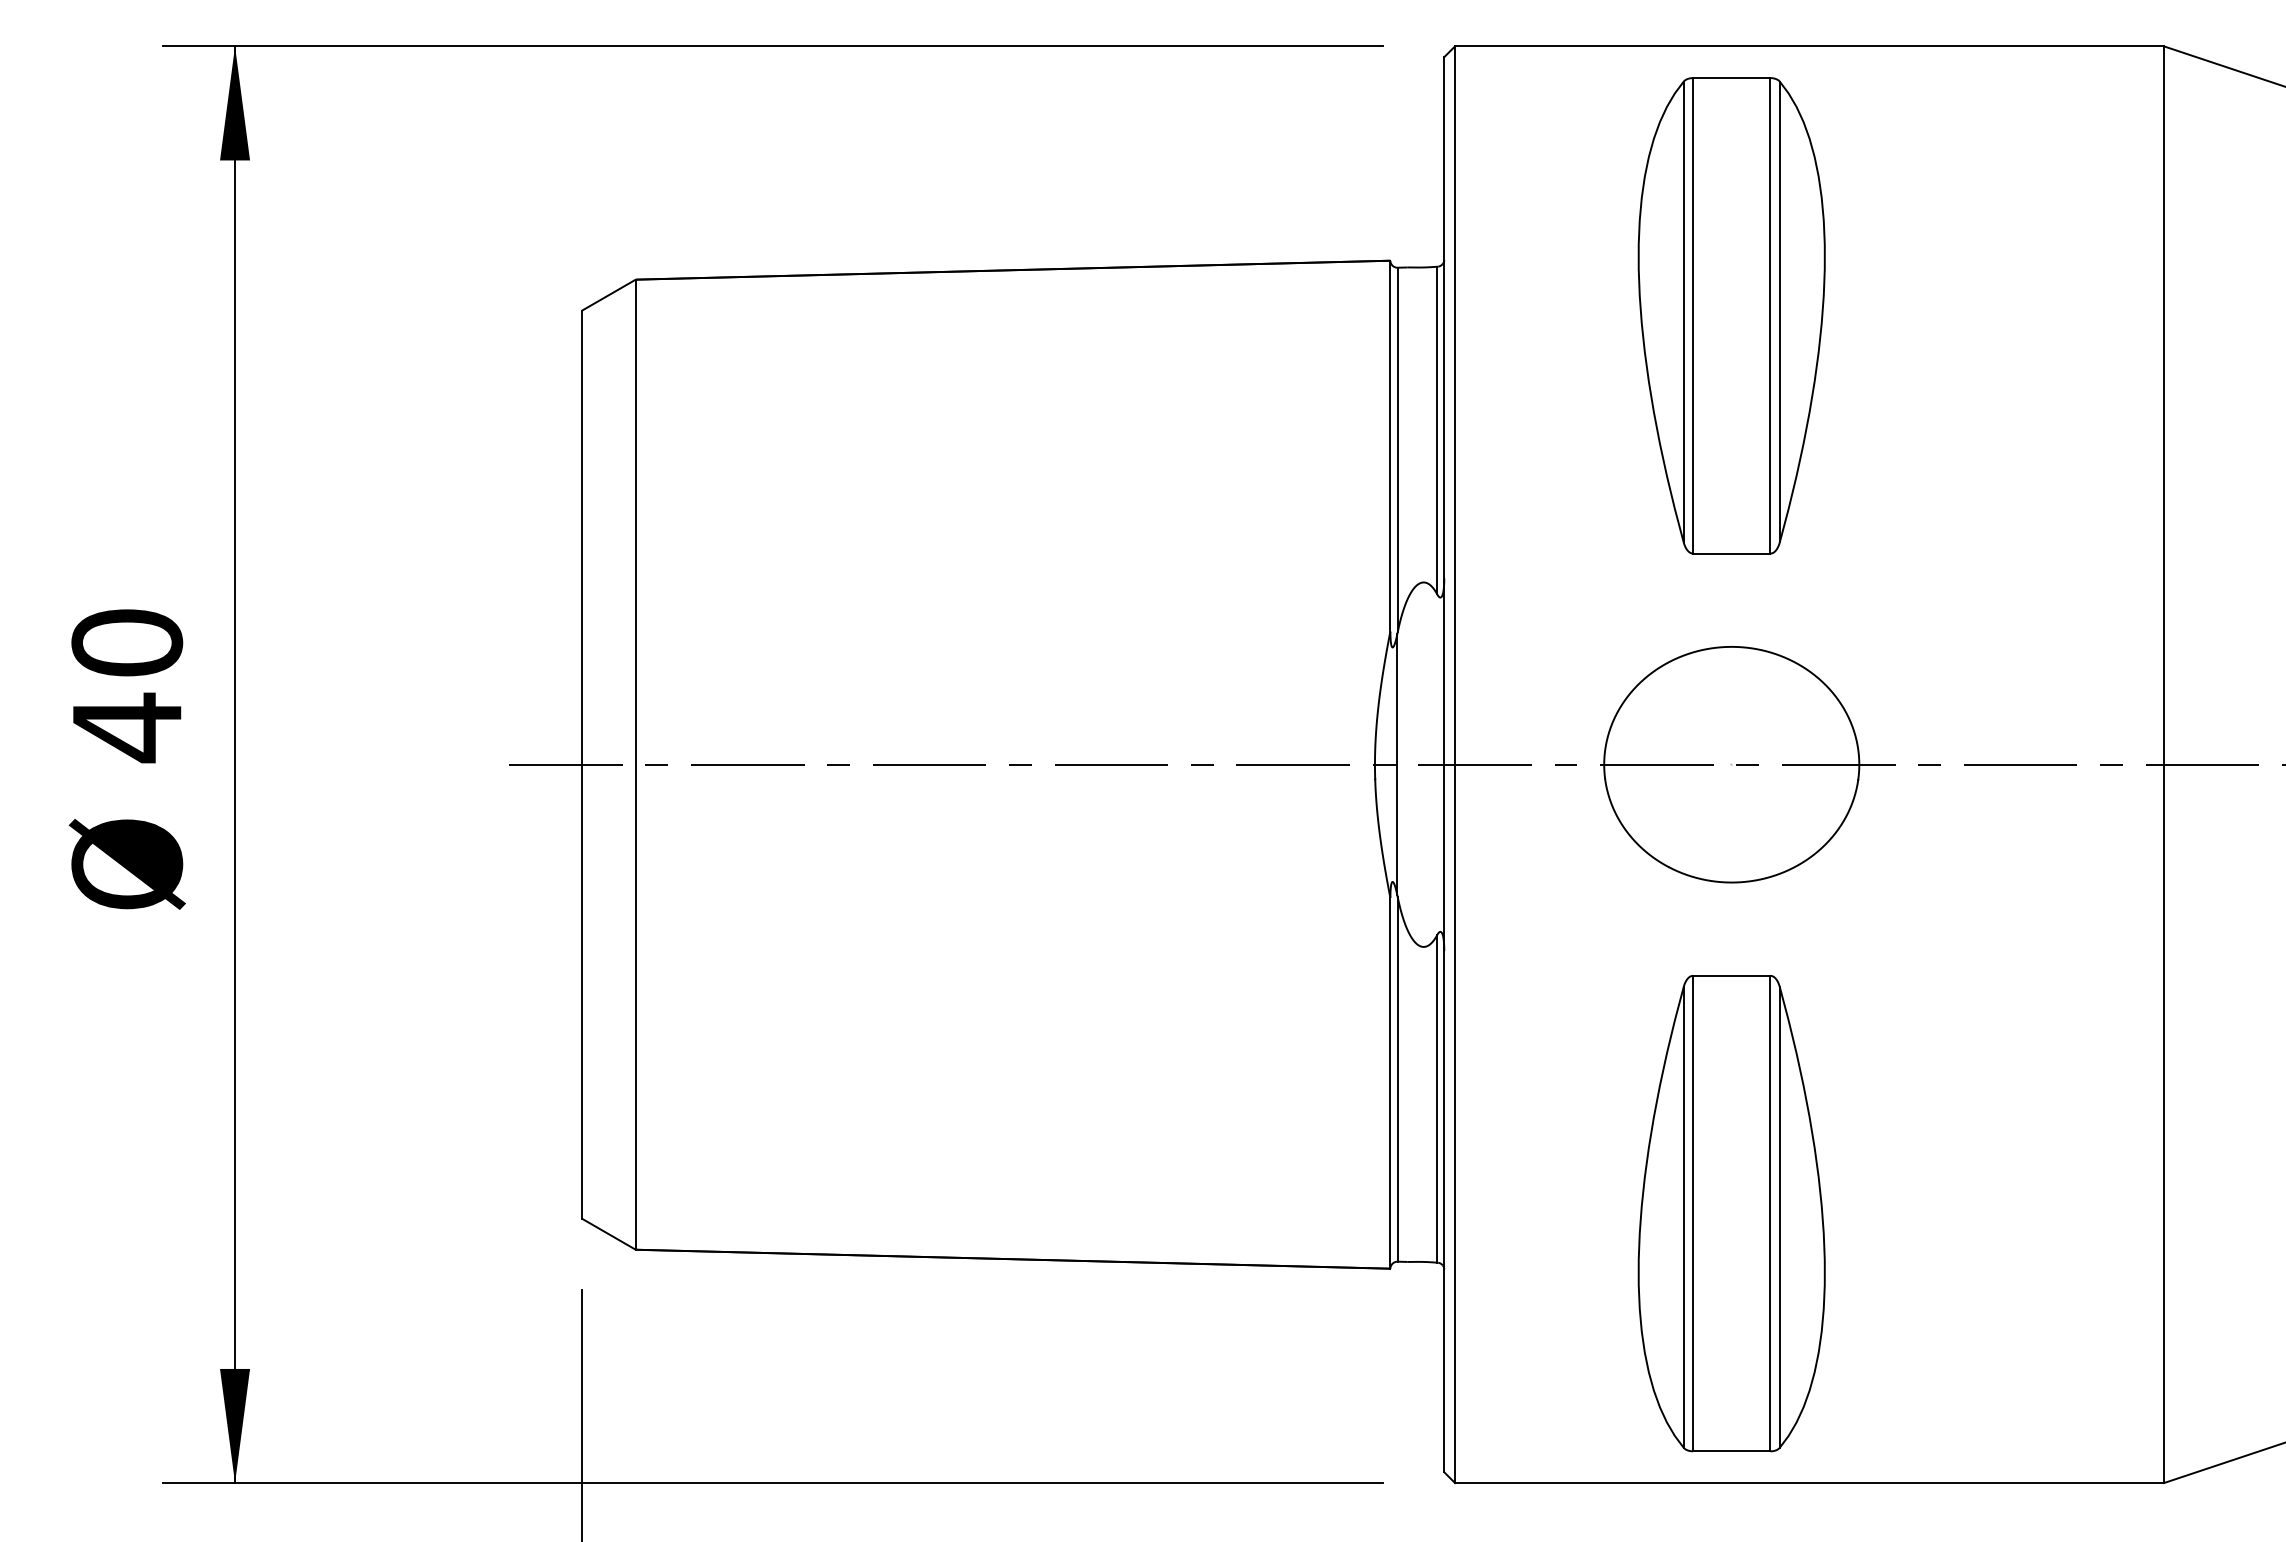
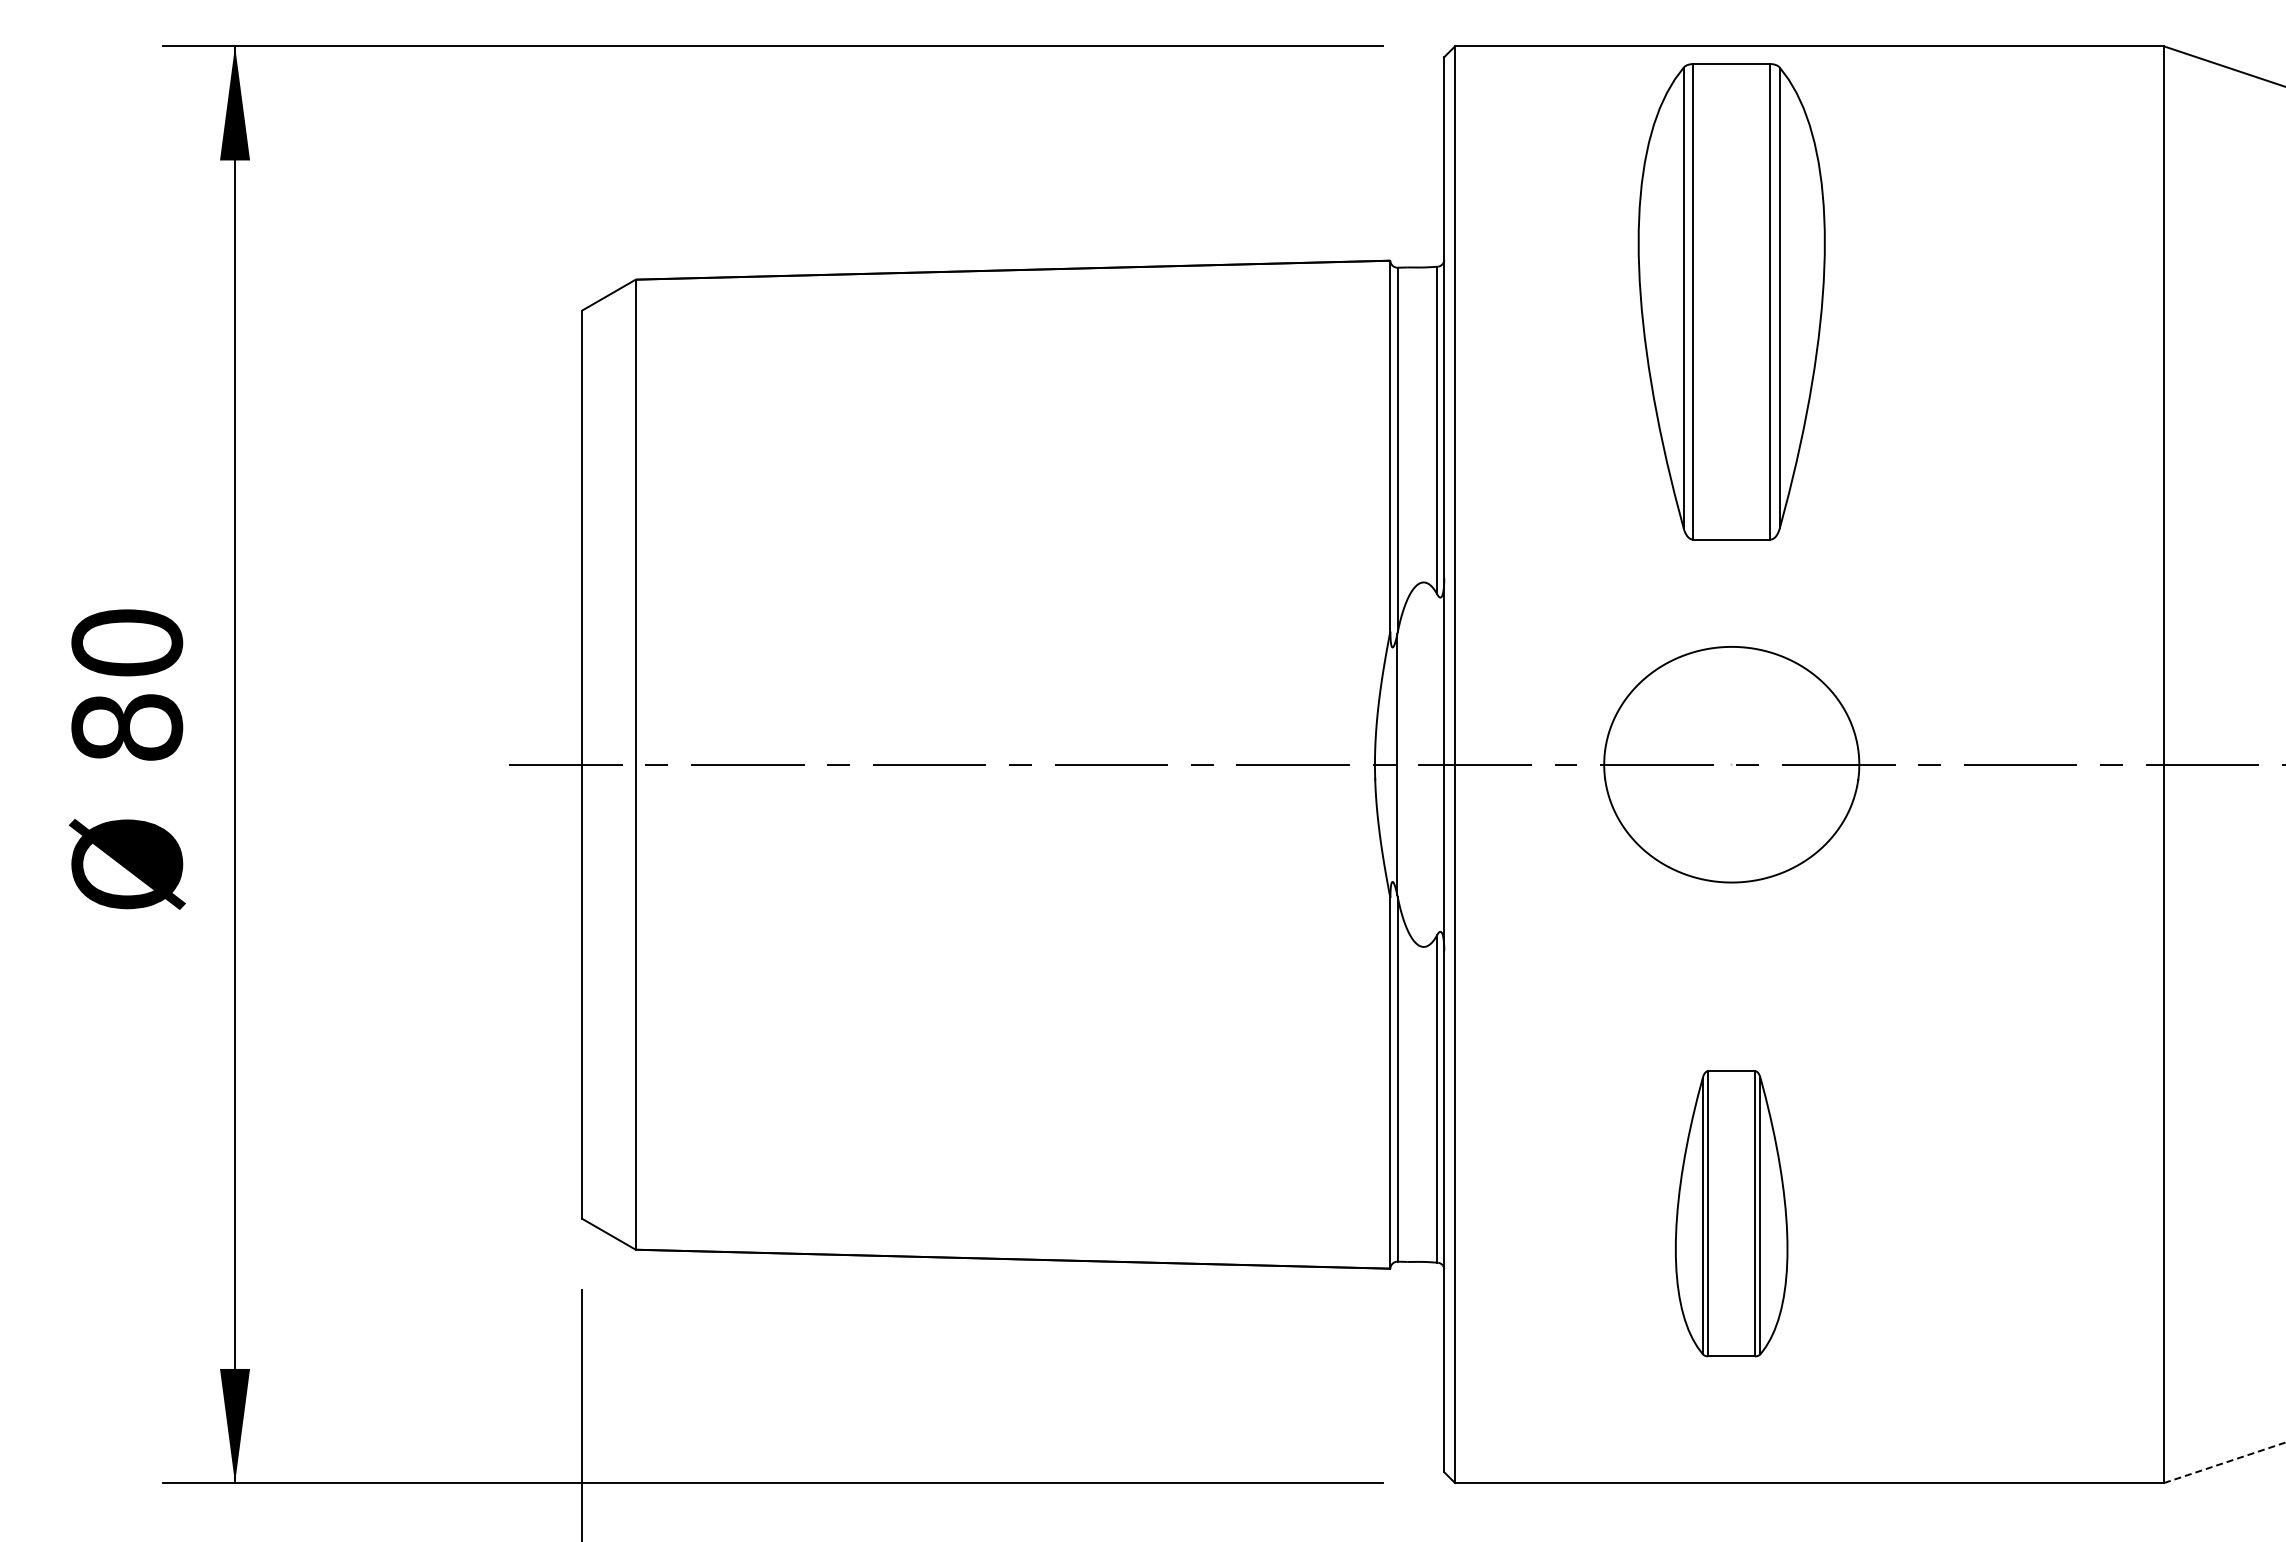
part at (1731, 315) position: (1731, 315) -> (1731, 301)
text at (127, 727): 40 -> 80
part at (1731, 1213) size: 189x478 px -> 114x288 px
line at (2224, 1462): solid -> dashed
